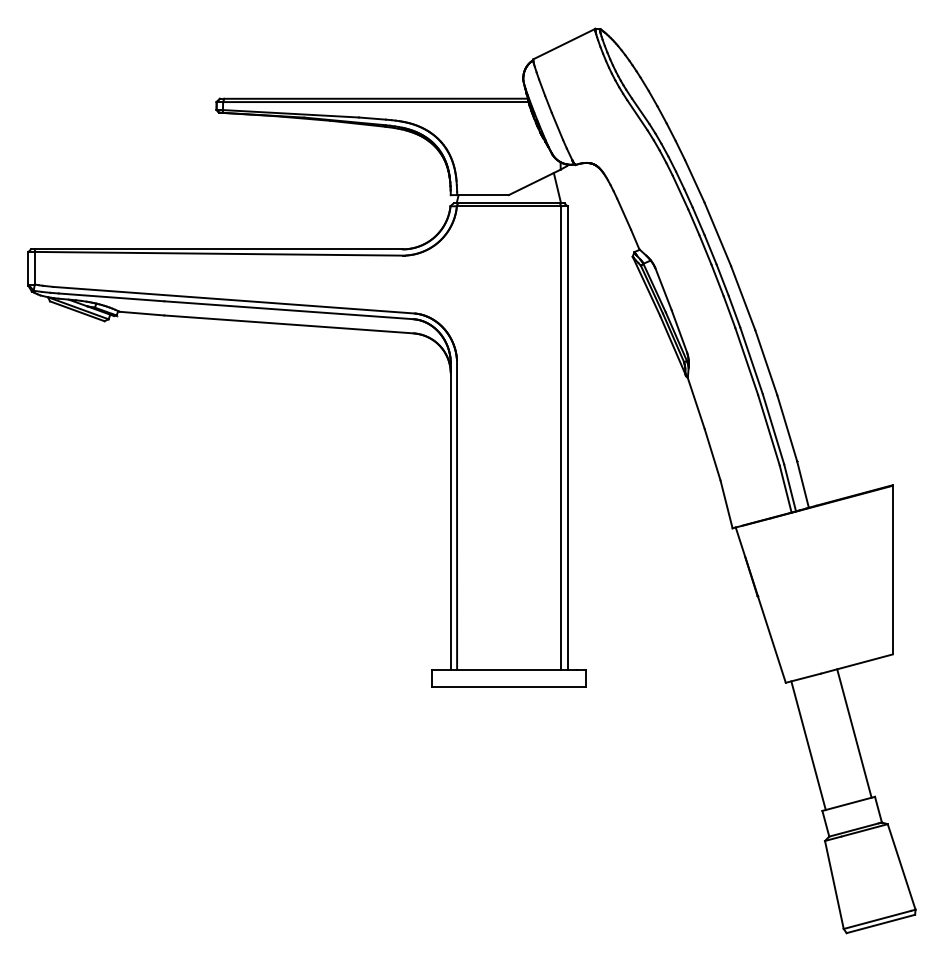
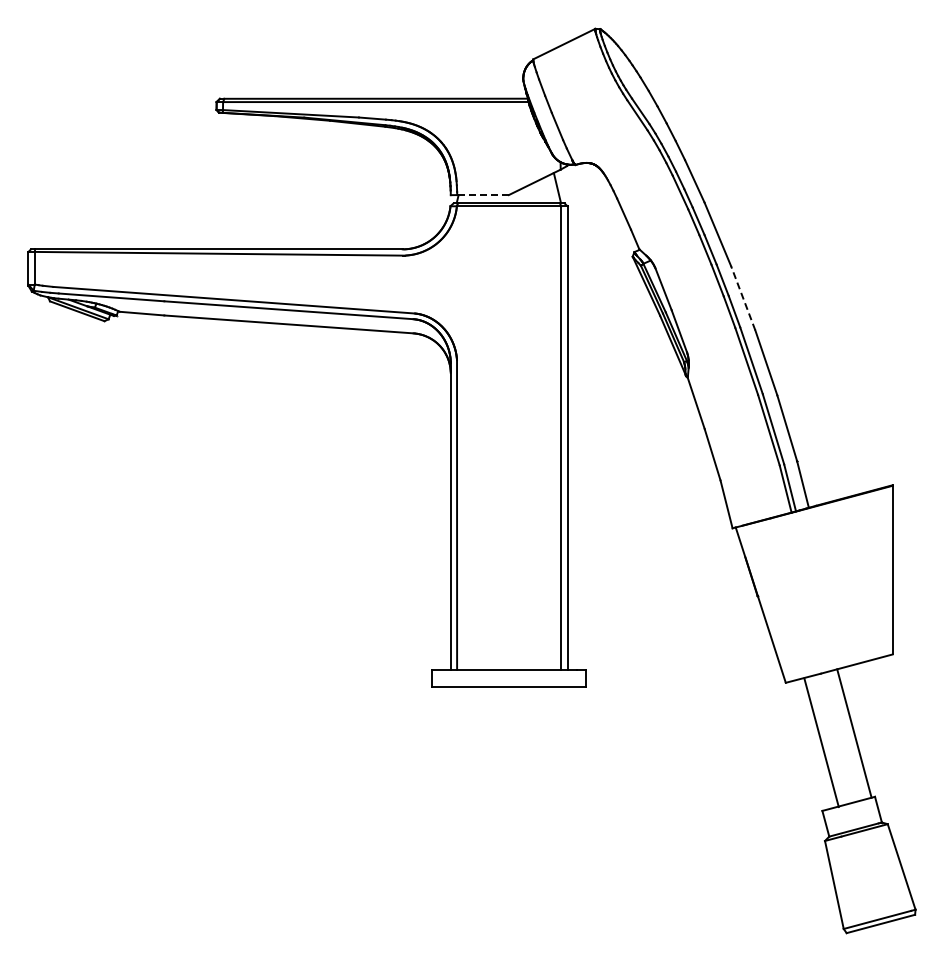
line at (483, 195): solid -> dashed
line at (743, 297): solid -> dashed
line at (808, 745) position: (808, 745) -> (821, 742)
